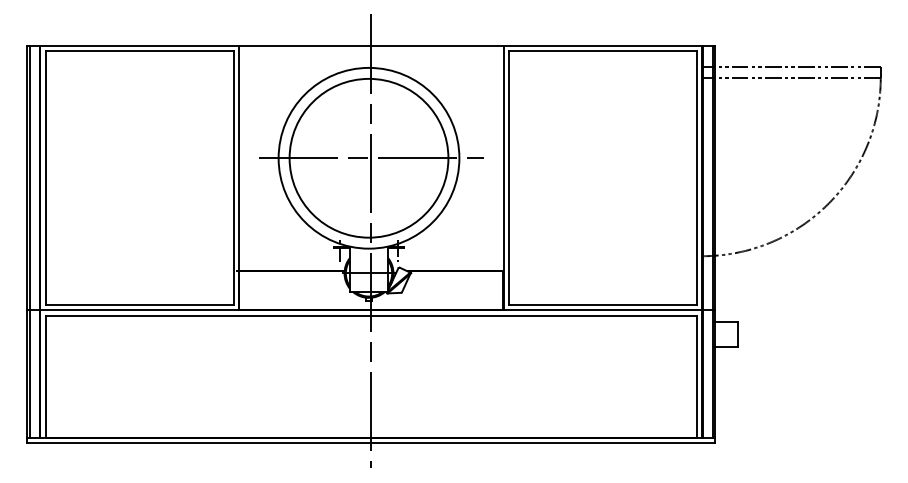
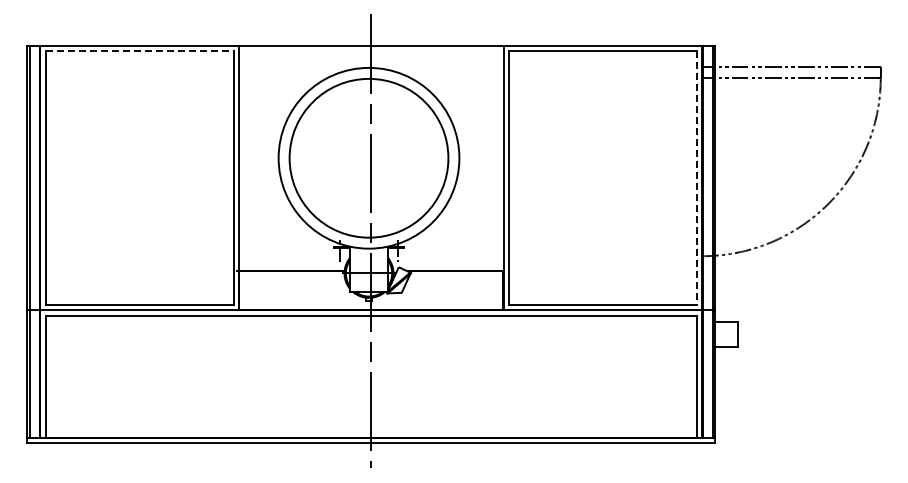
line at (139, 51): solid -> dashed
line at (371, 158): present -> none
line at (696, 178): solid -> dashed
